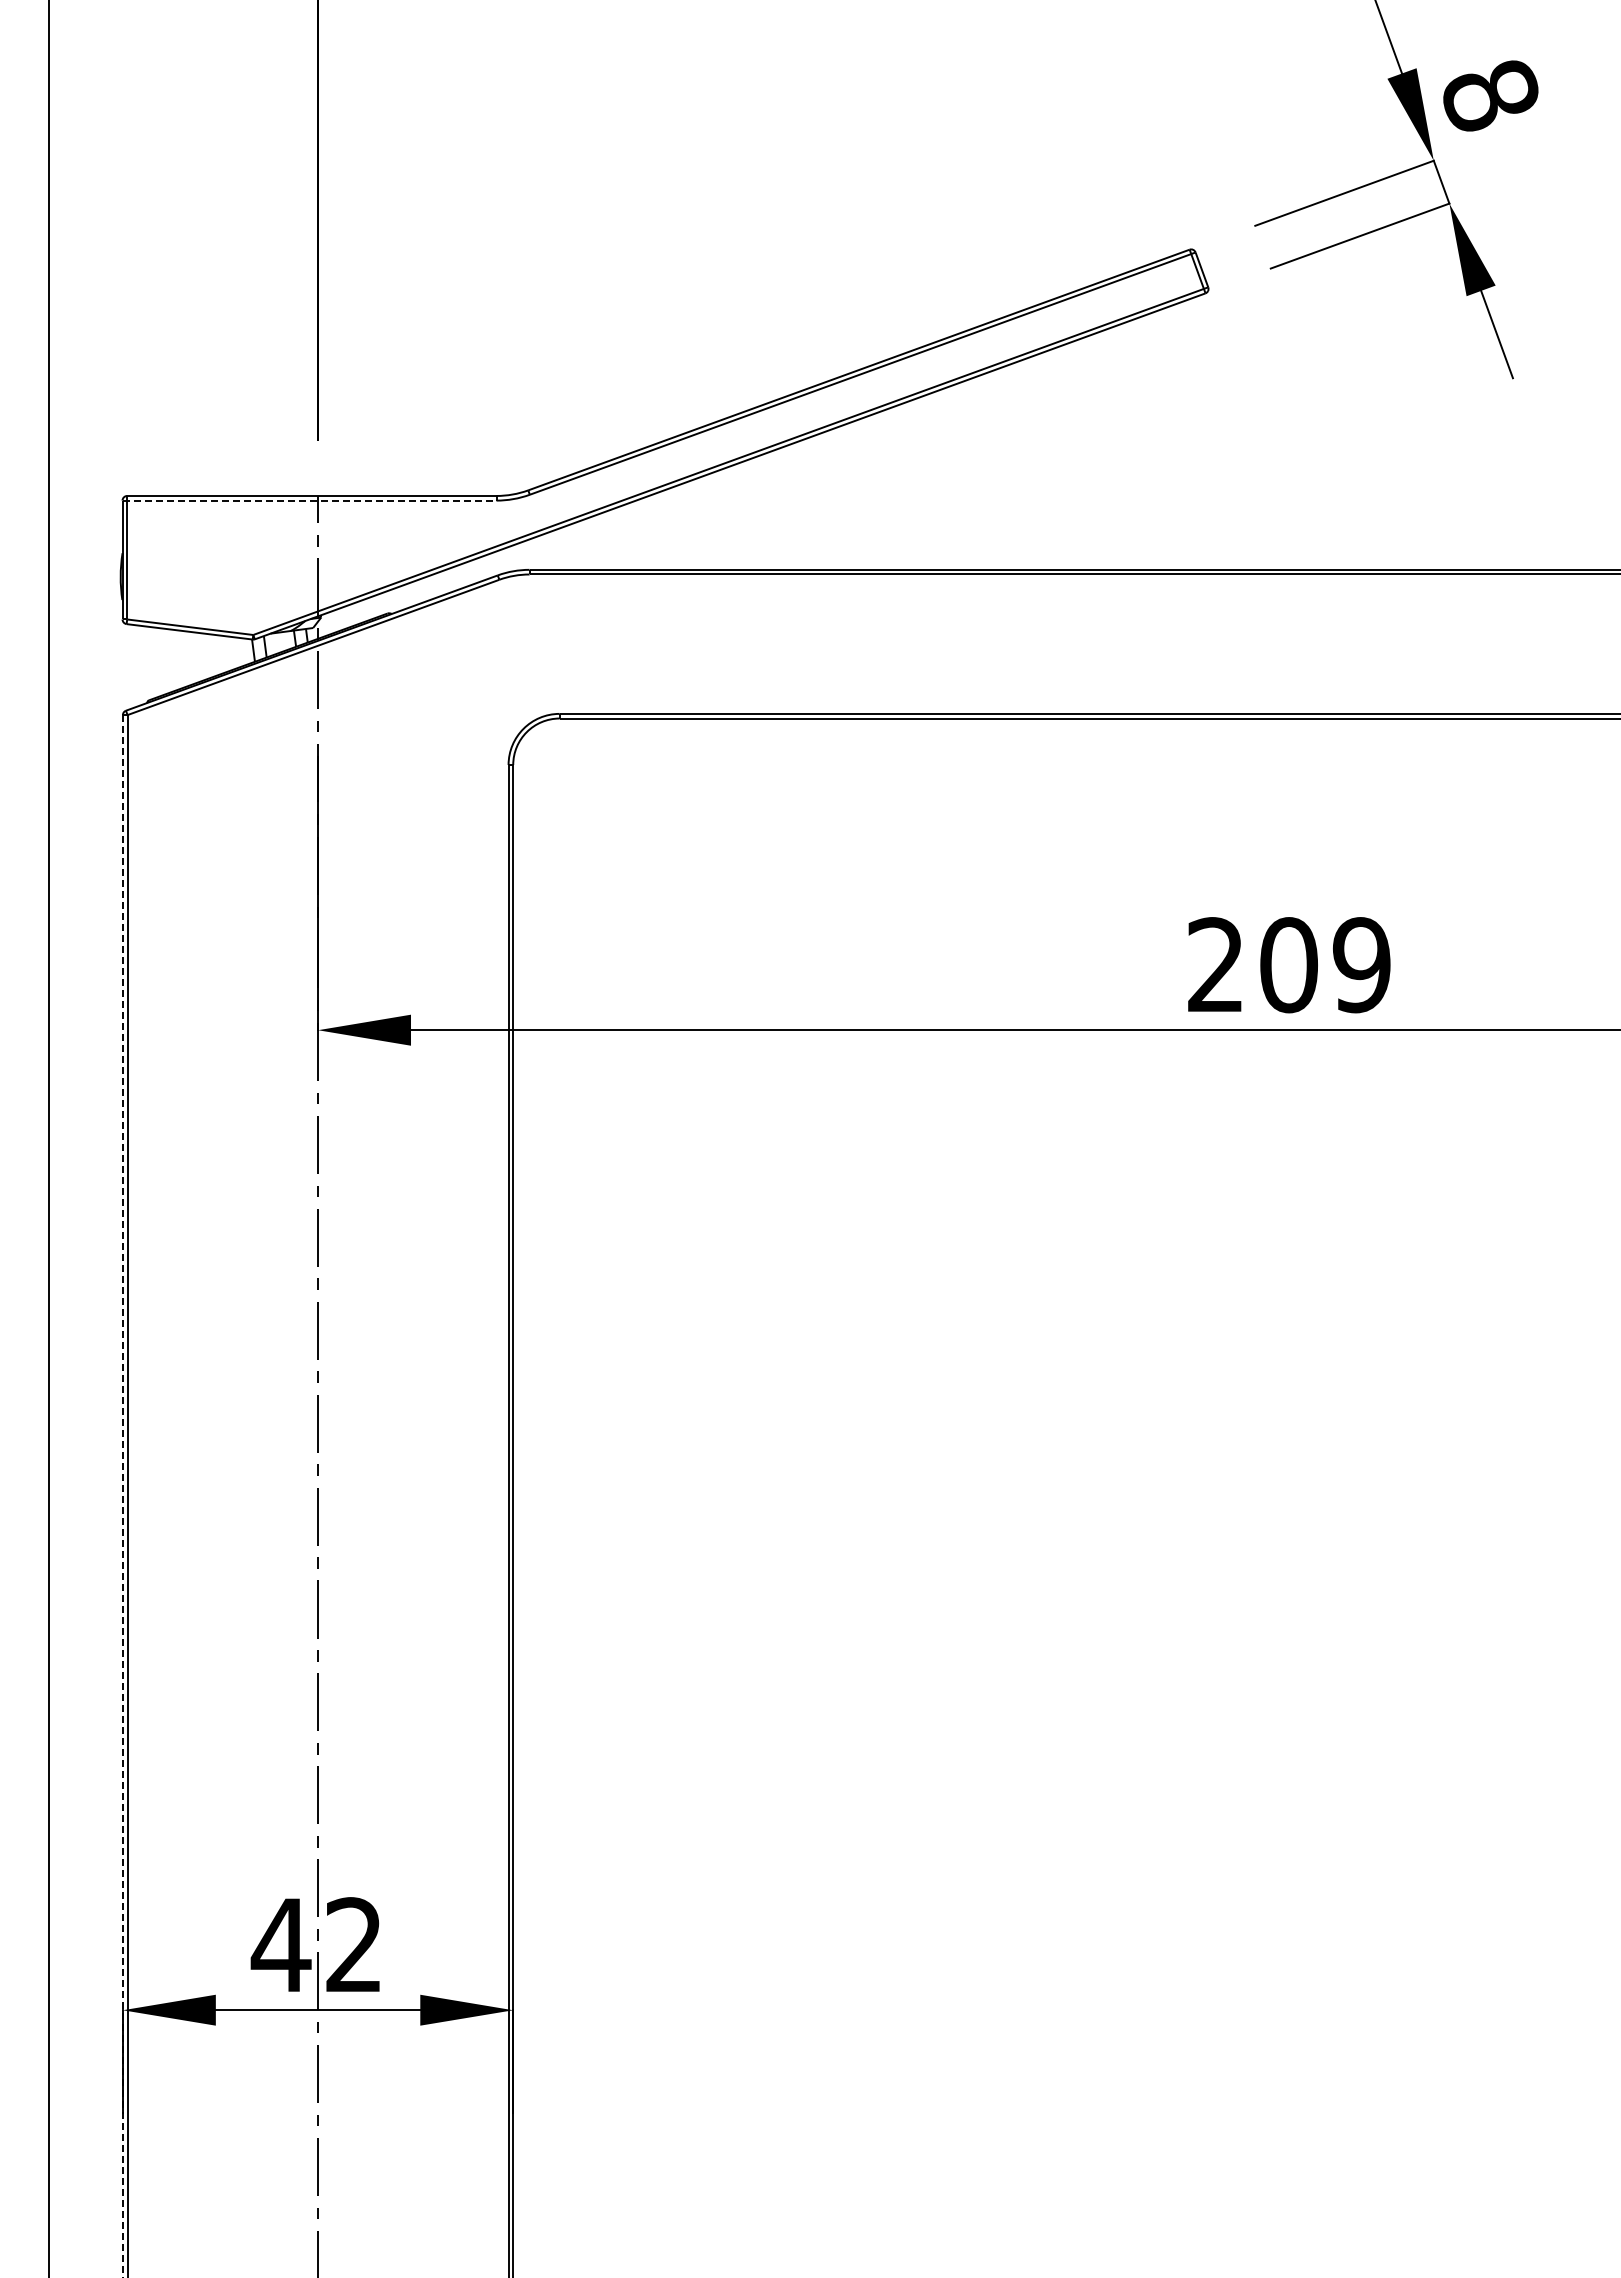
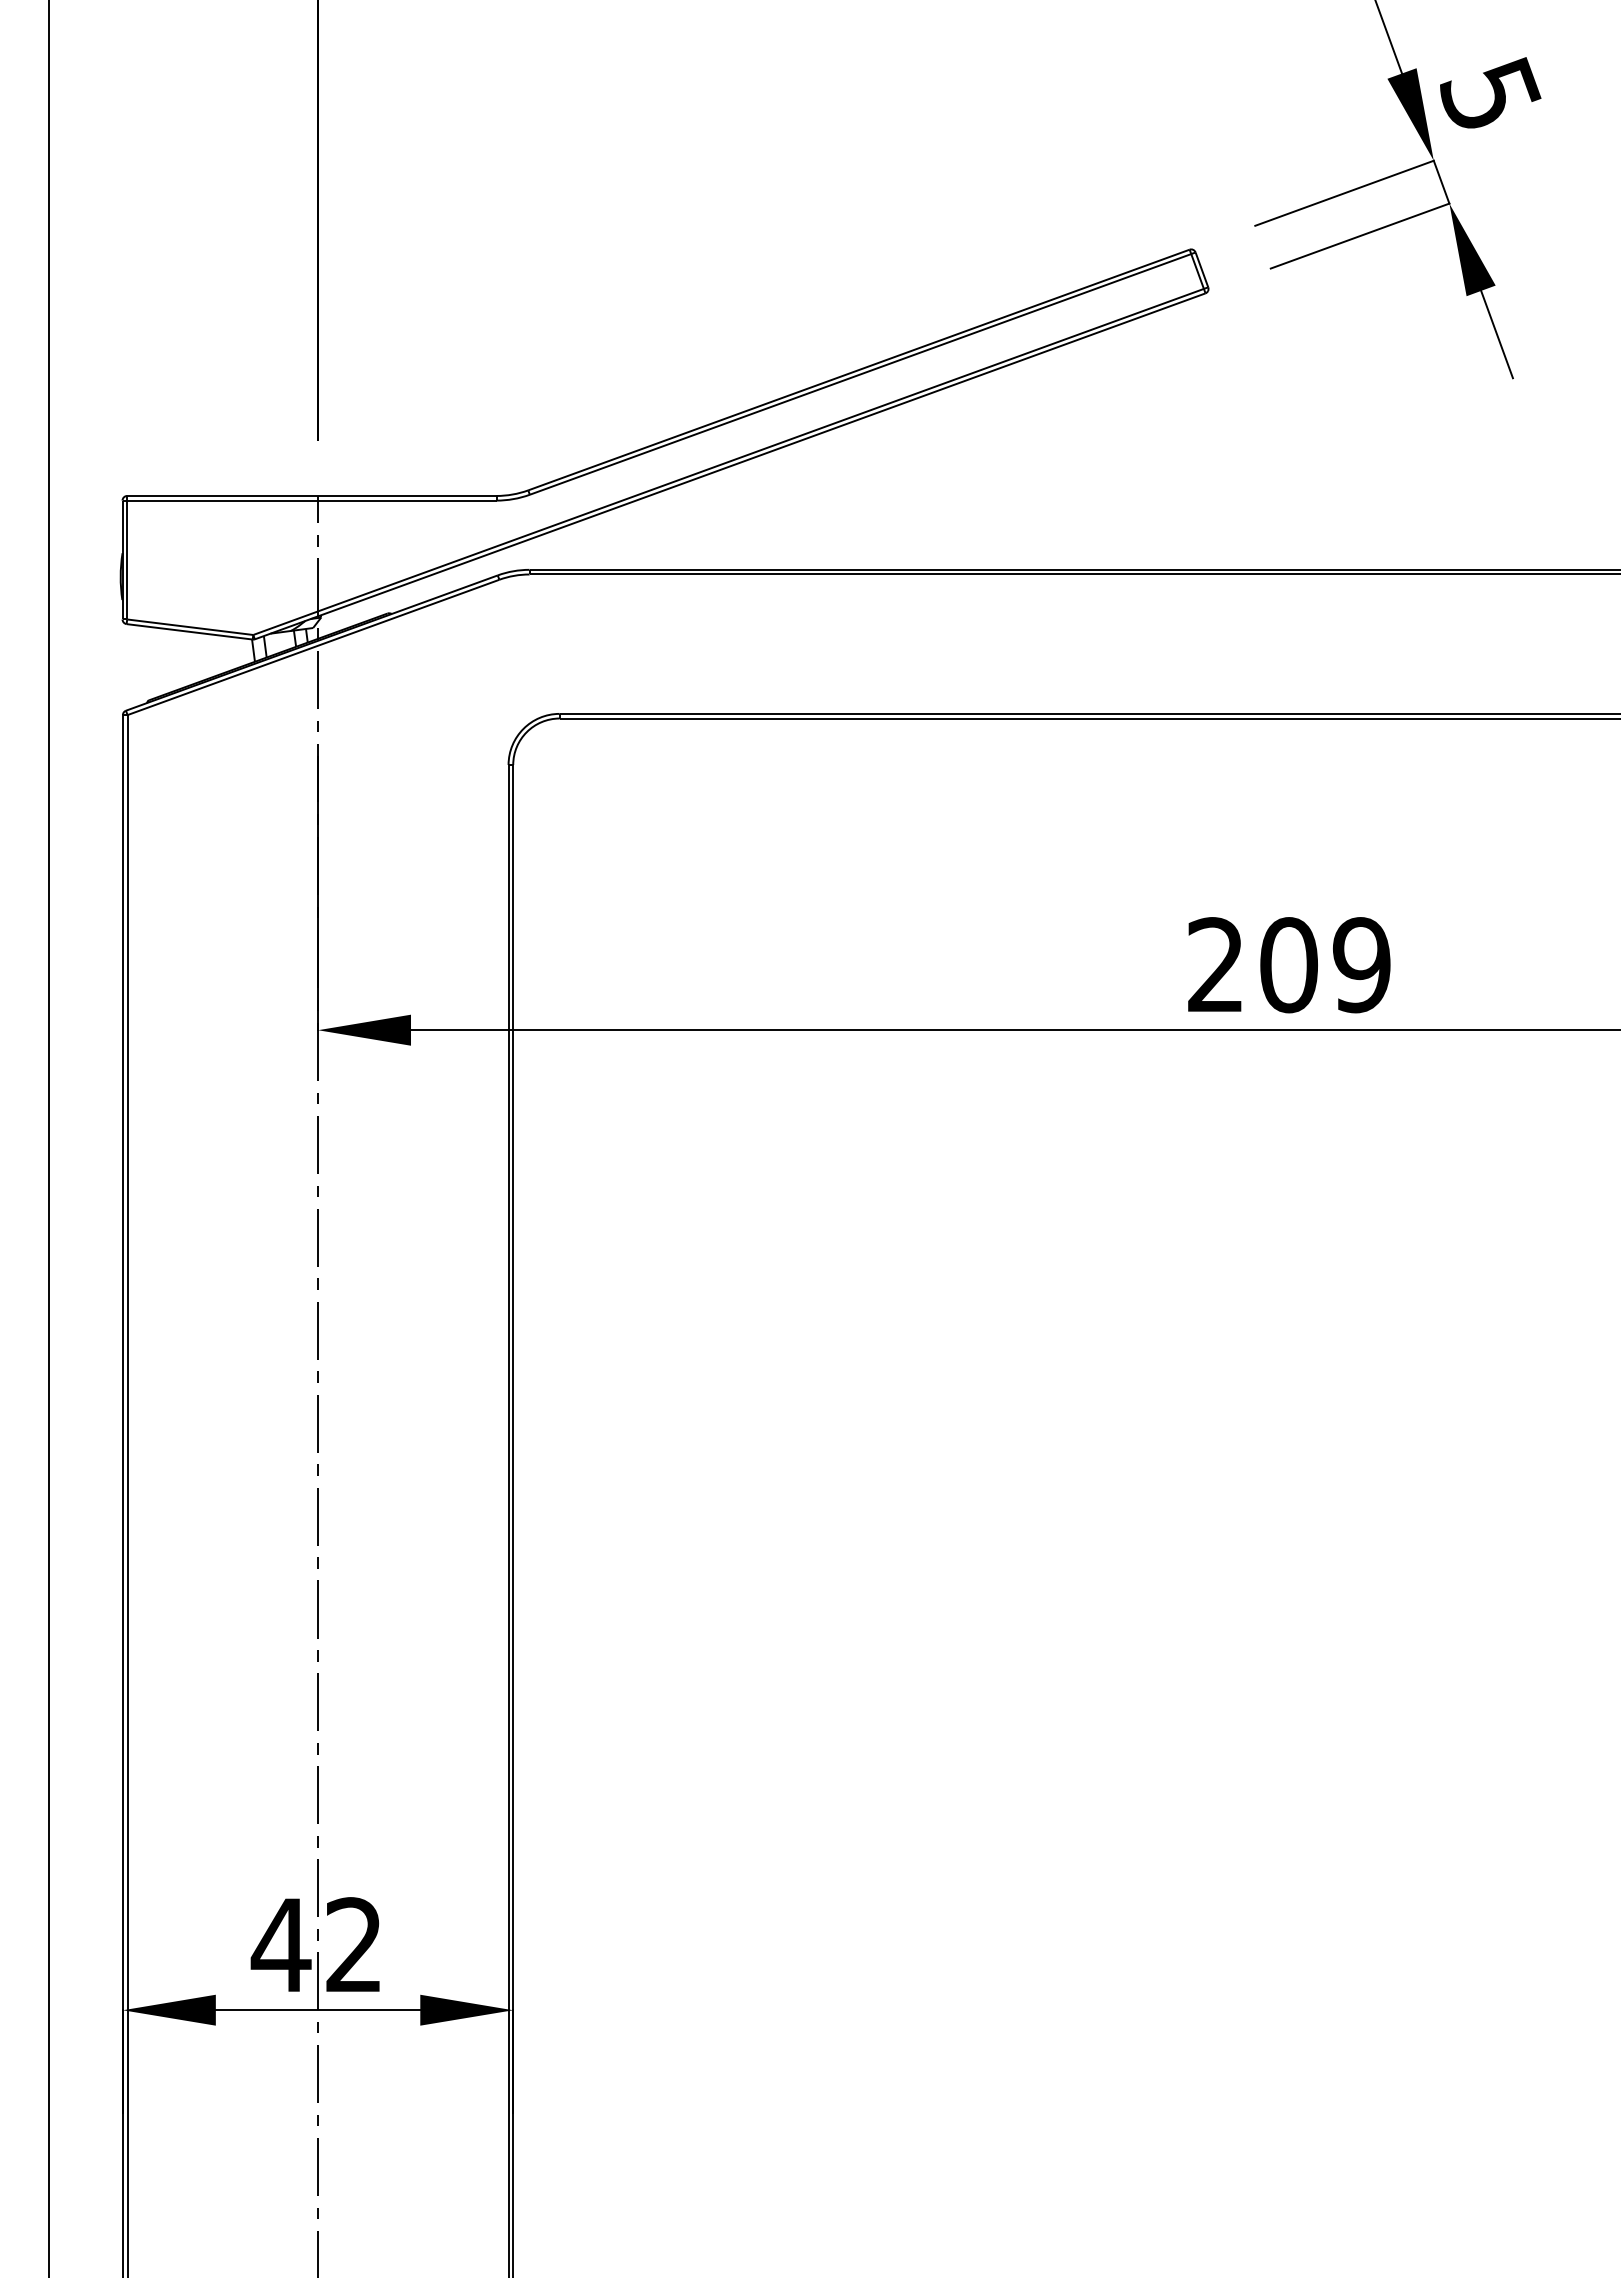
text at (1490, 94): 8 -> 5
line at (309, 500): dashed -> solid
line at (122, 1496): dashed -> solid
